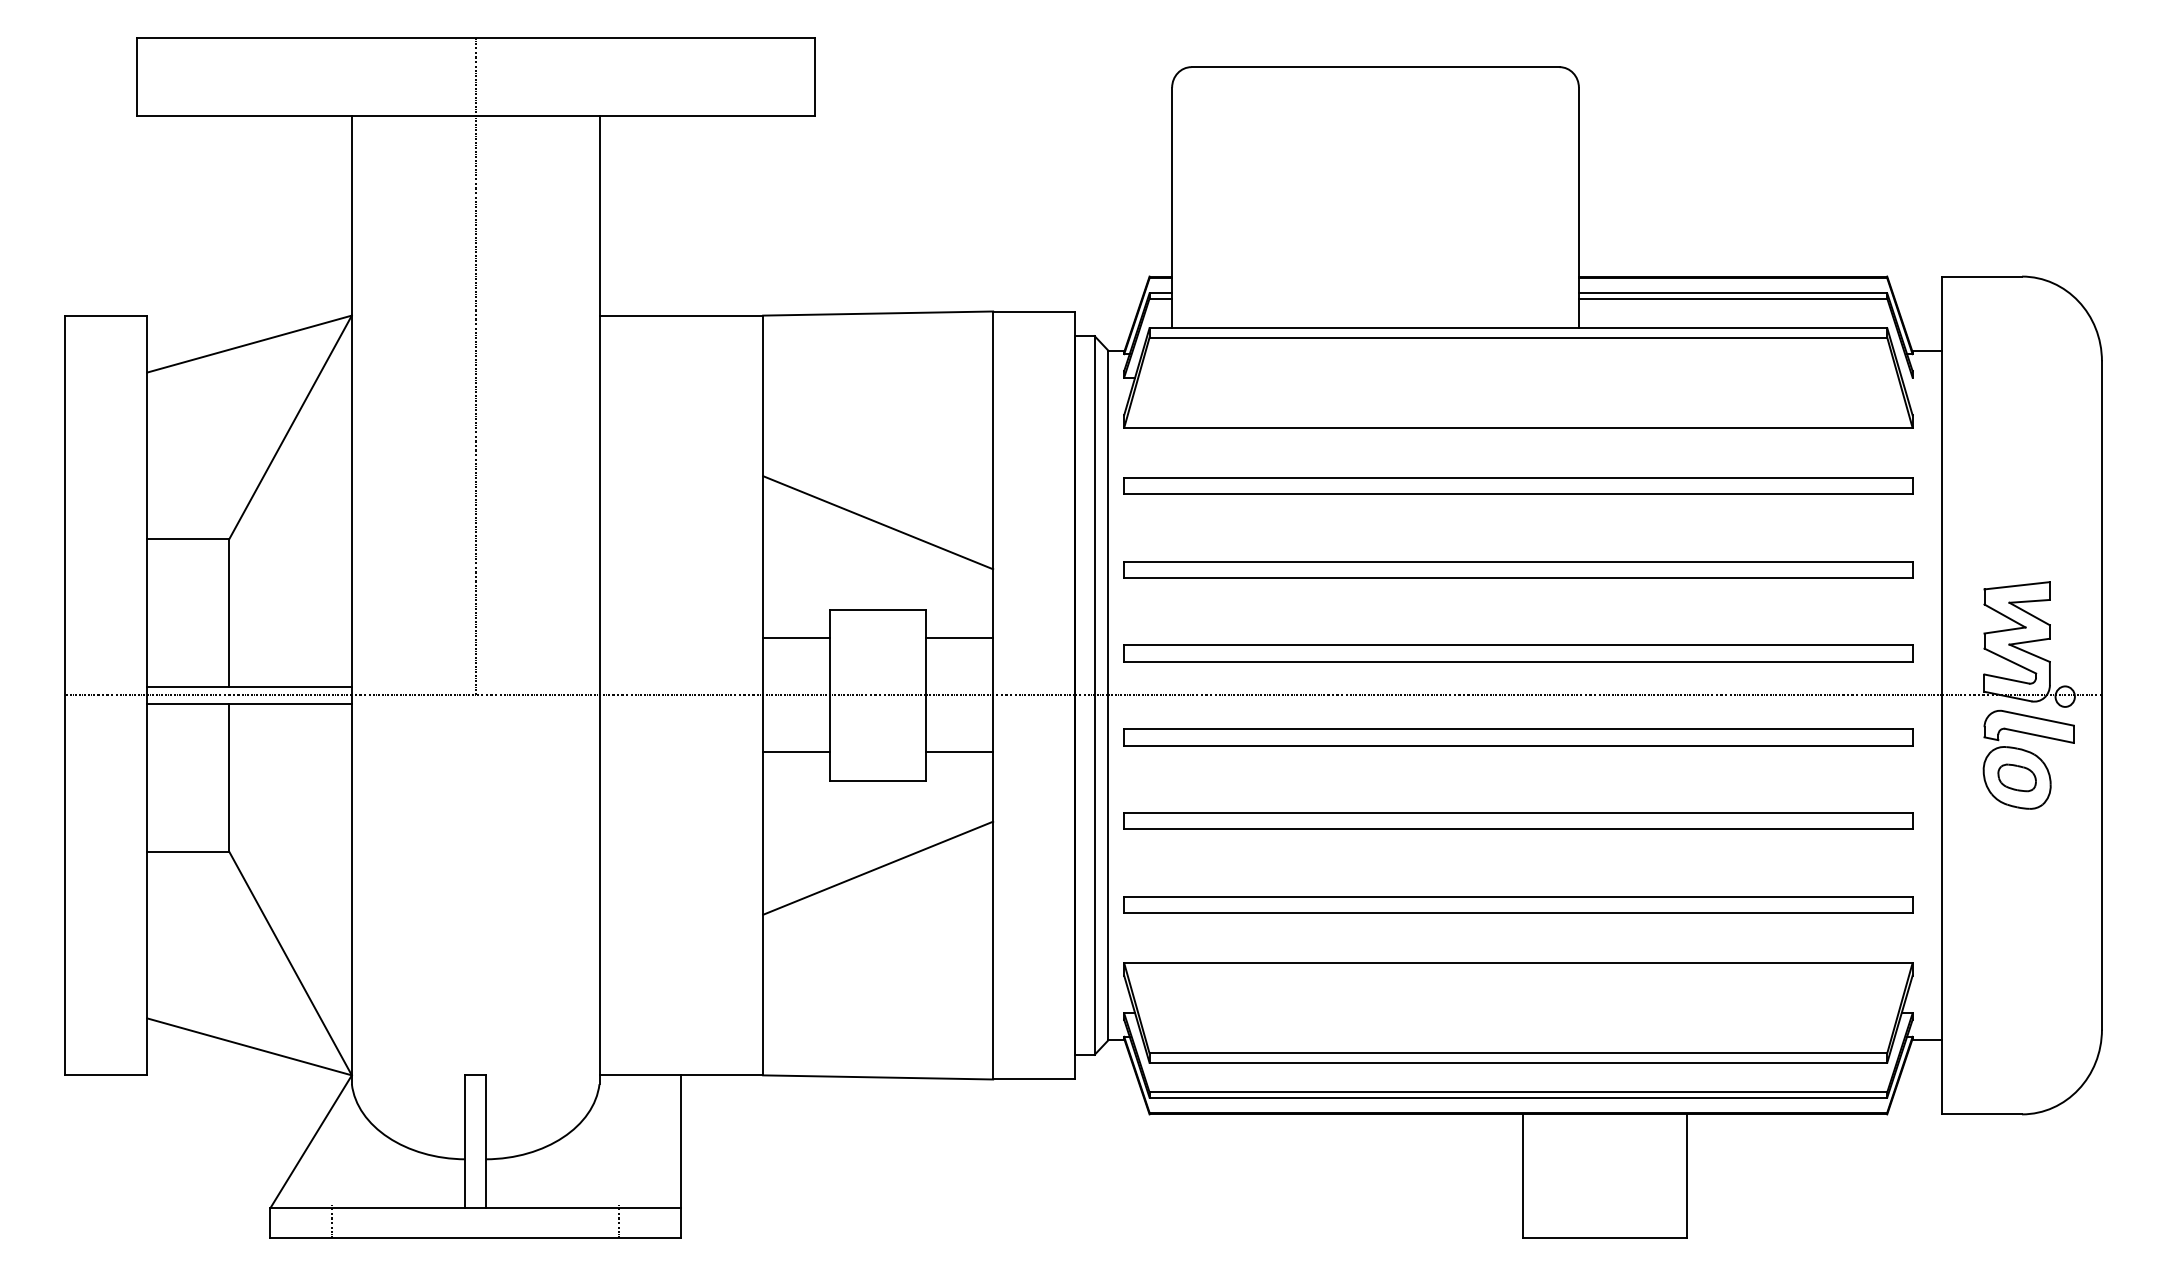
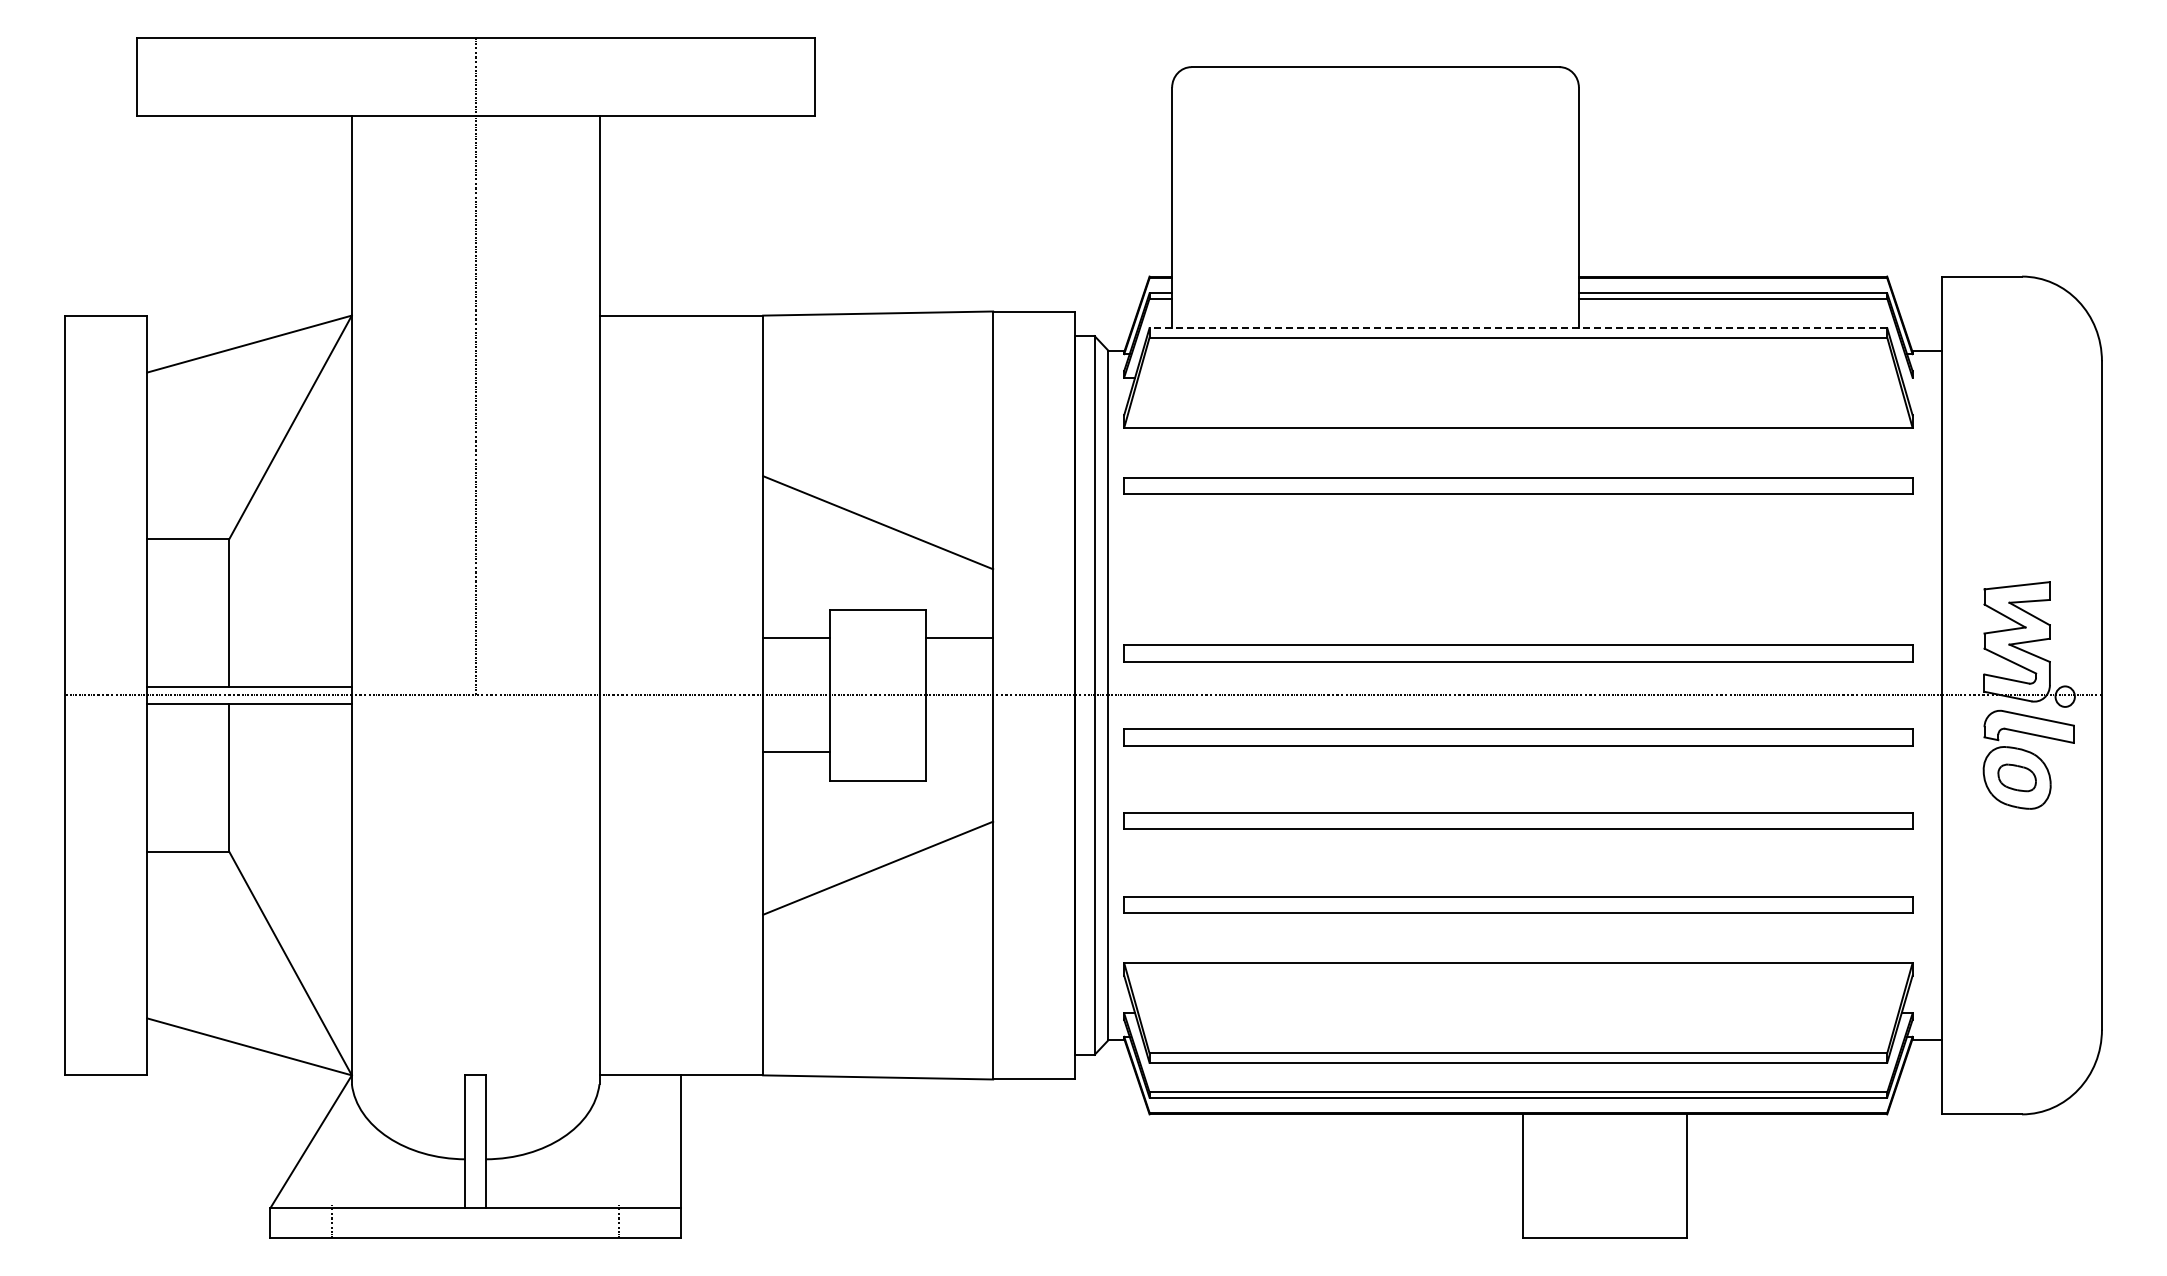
line at (1518, 328): solid -> dashed
part at (1518, 569): present -> none
line at (959, 752): present -> none
